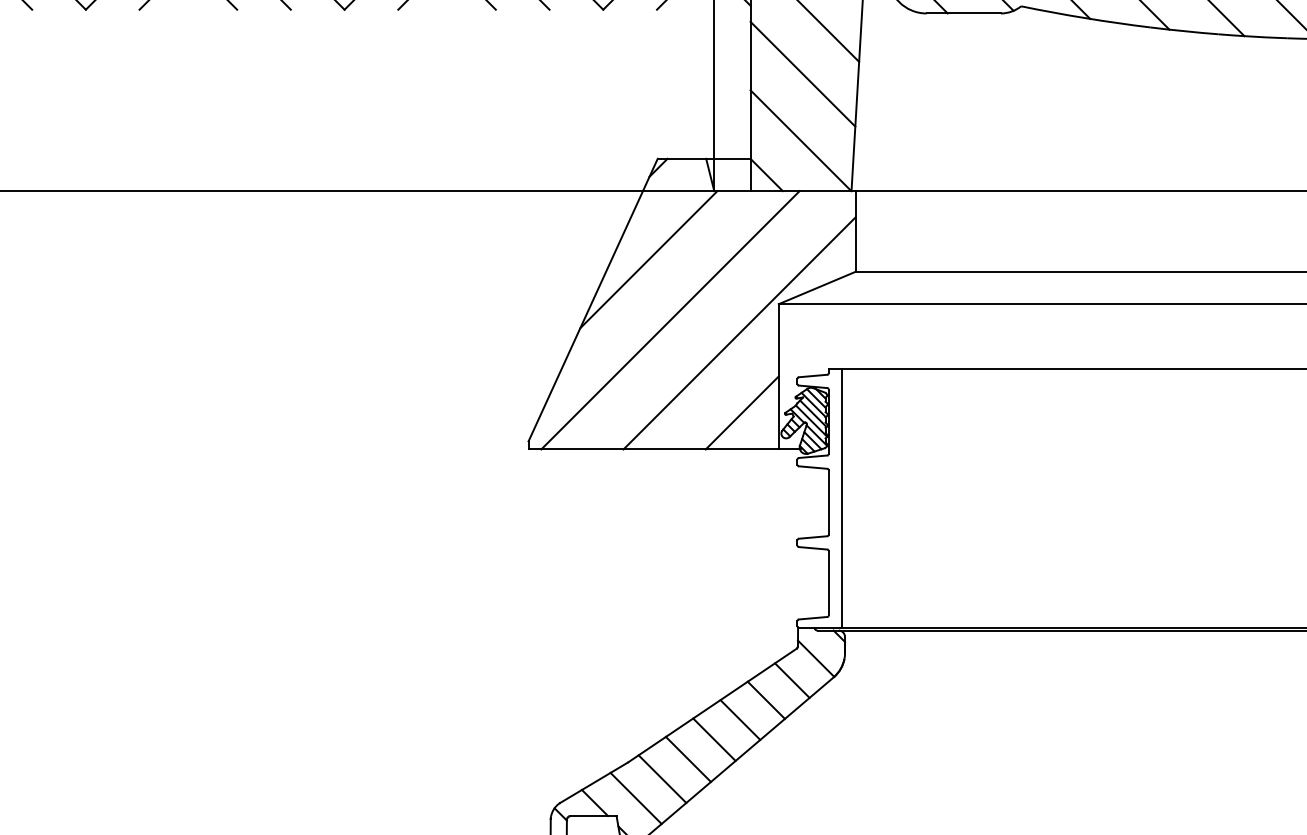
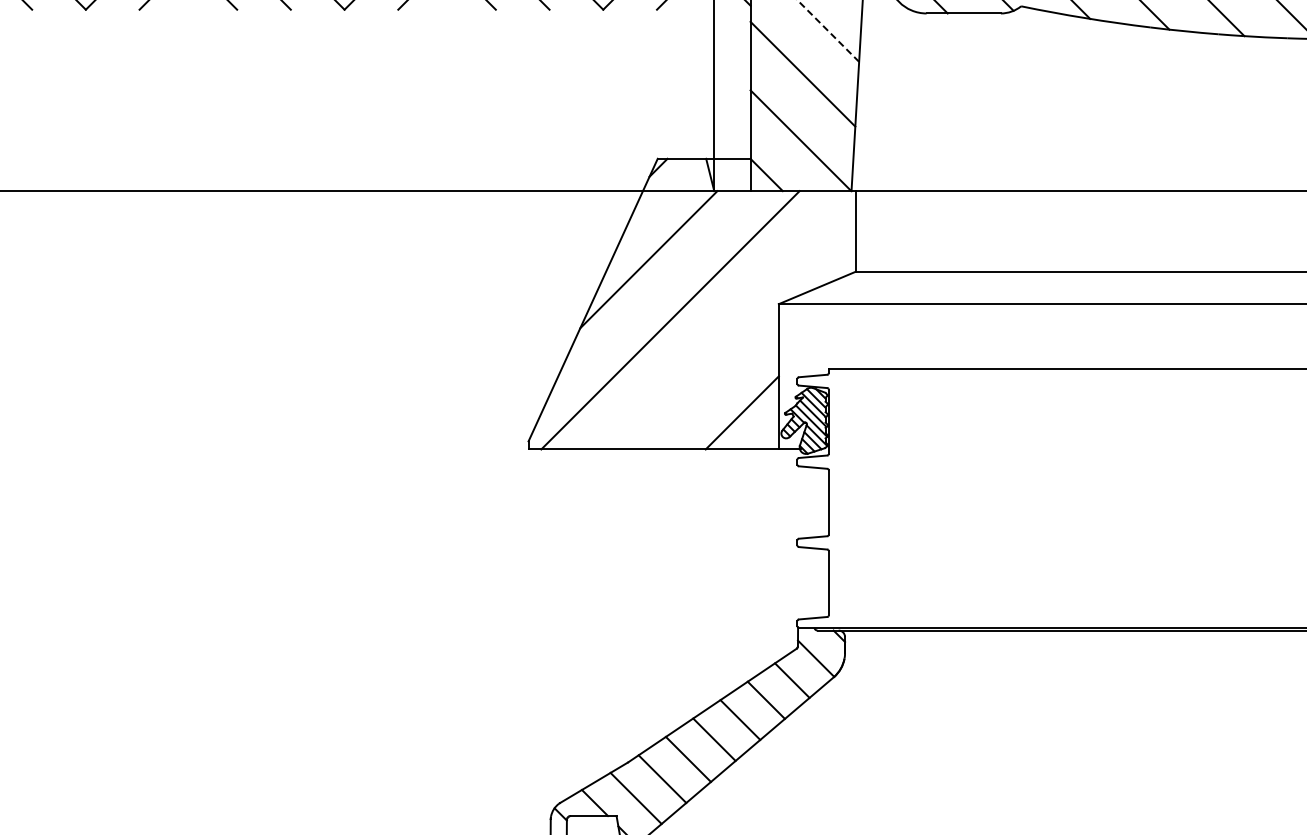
line at (828, 30): solid -> dashed
line at (739, 333): present -> none
line at (841, 497): present -> none
